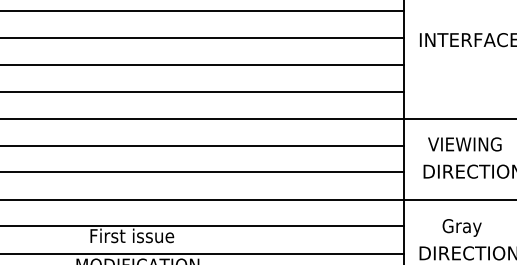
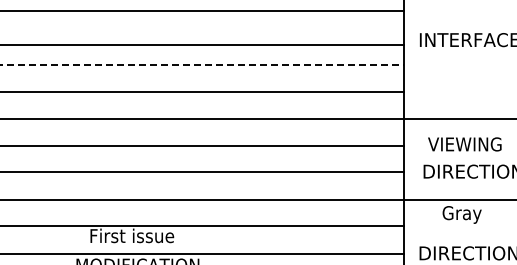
line at (203, 38) position: (203, 38) -> (203, 45)
line at (202, 64): solid -> dashed
text at (461, 227) position: (461, 227) -> (461, 214)
